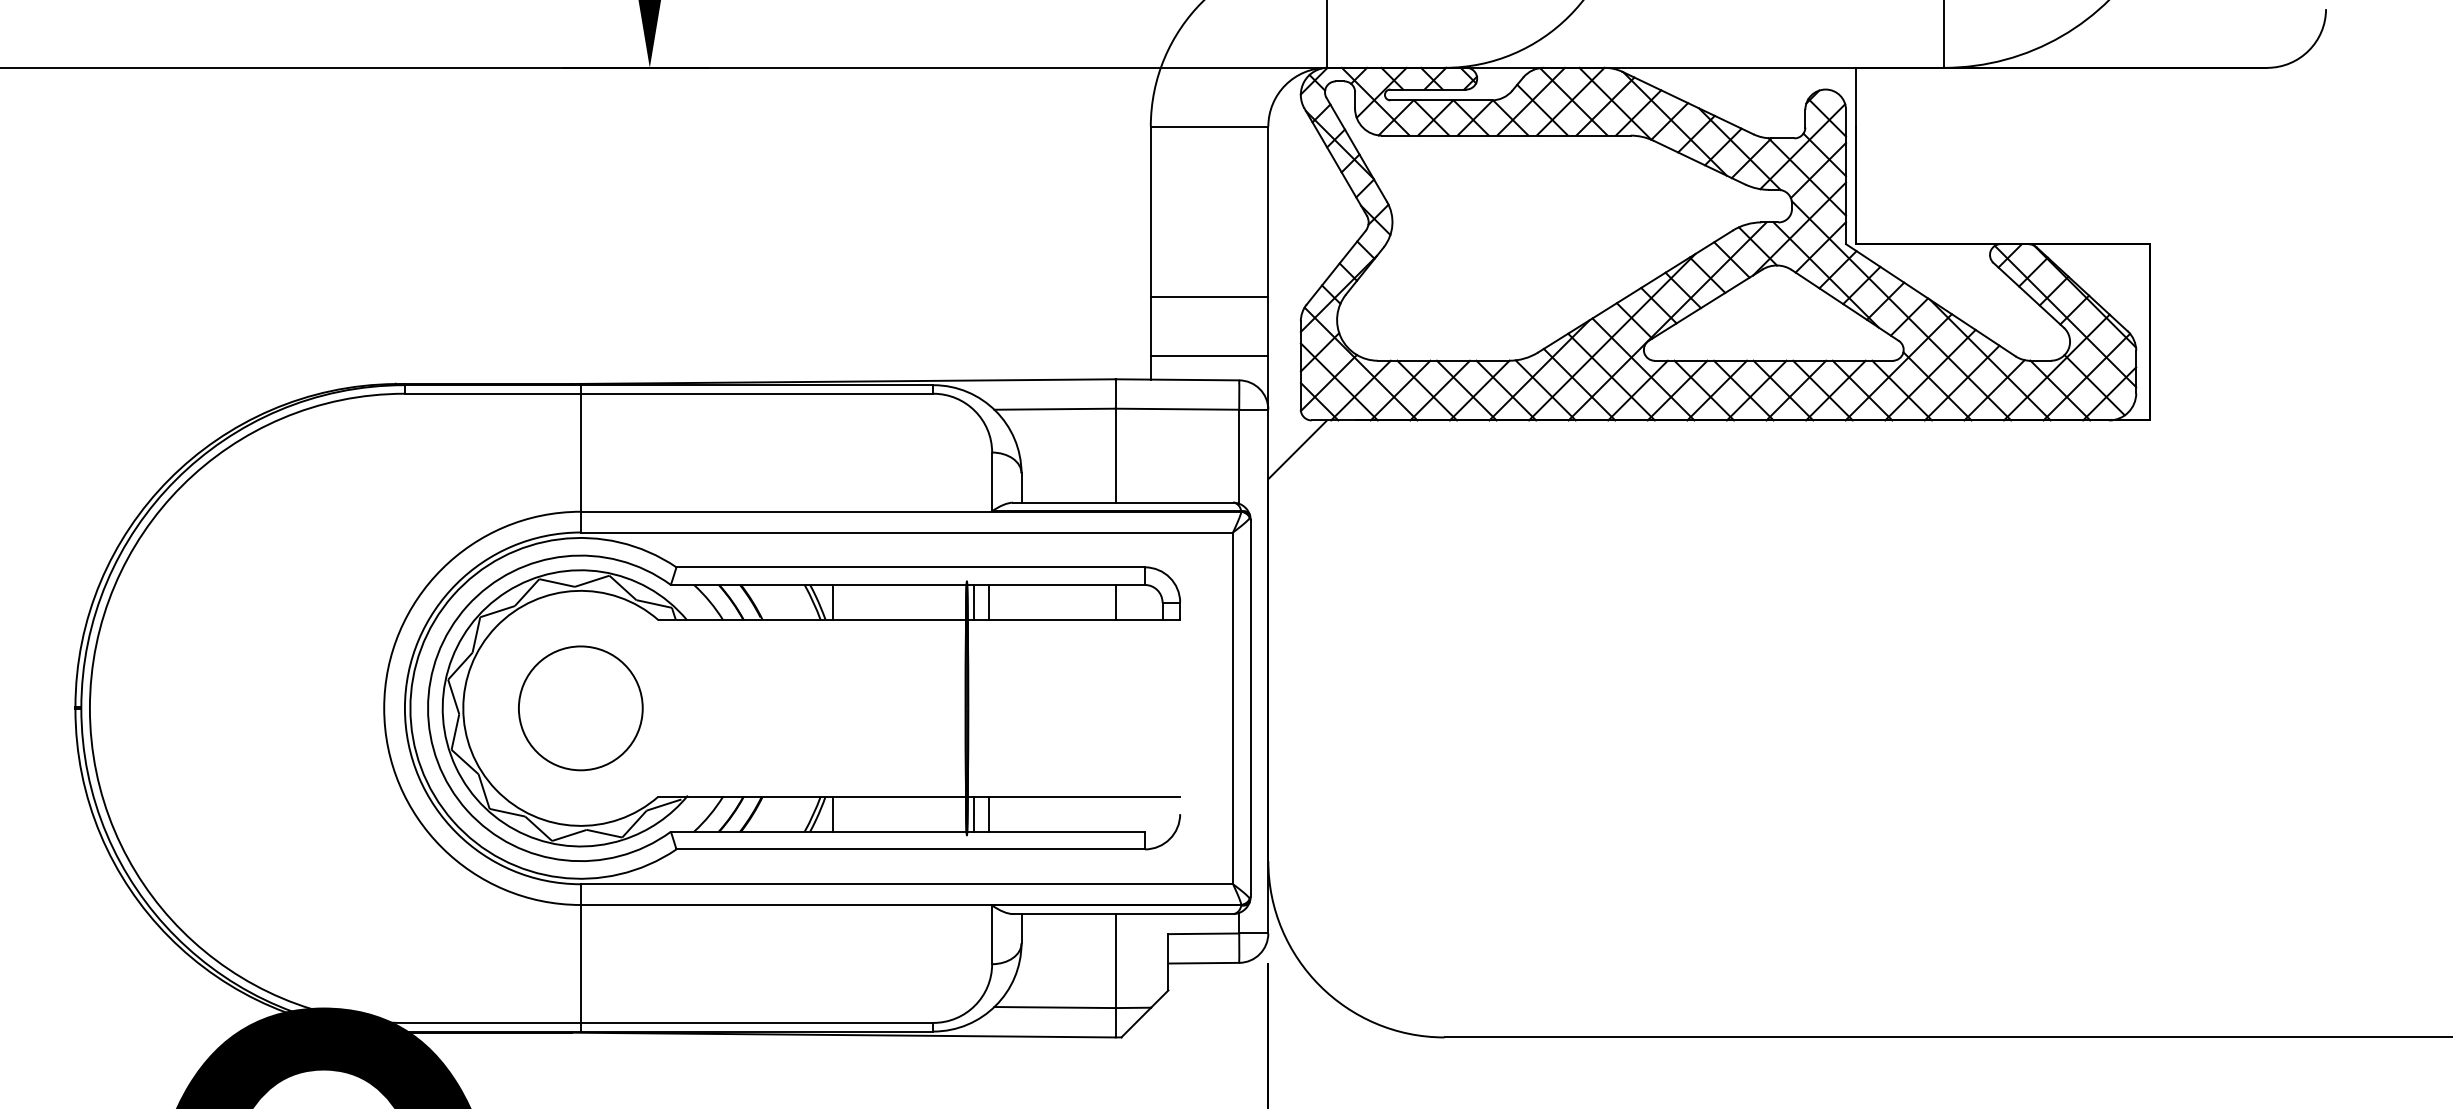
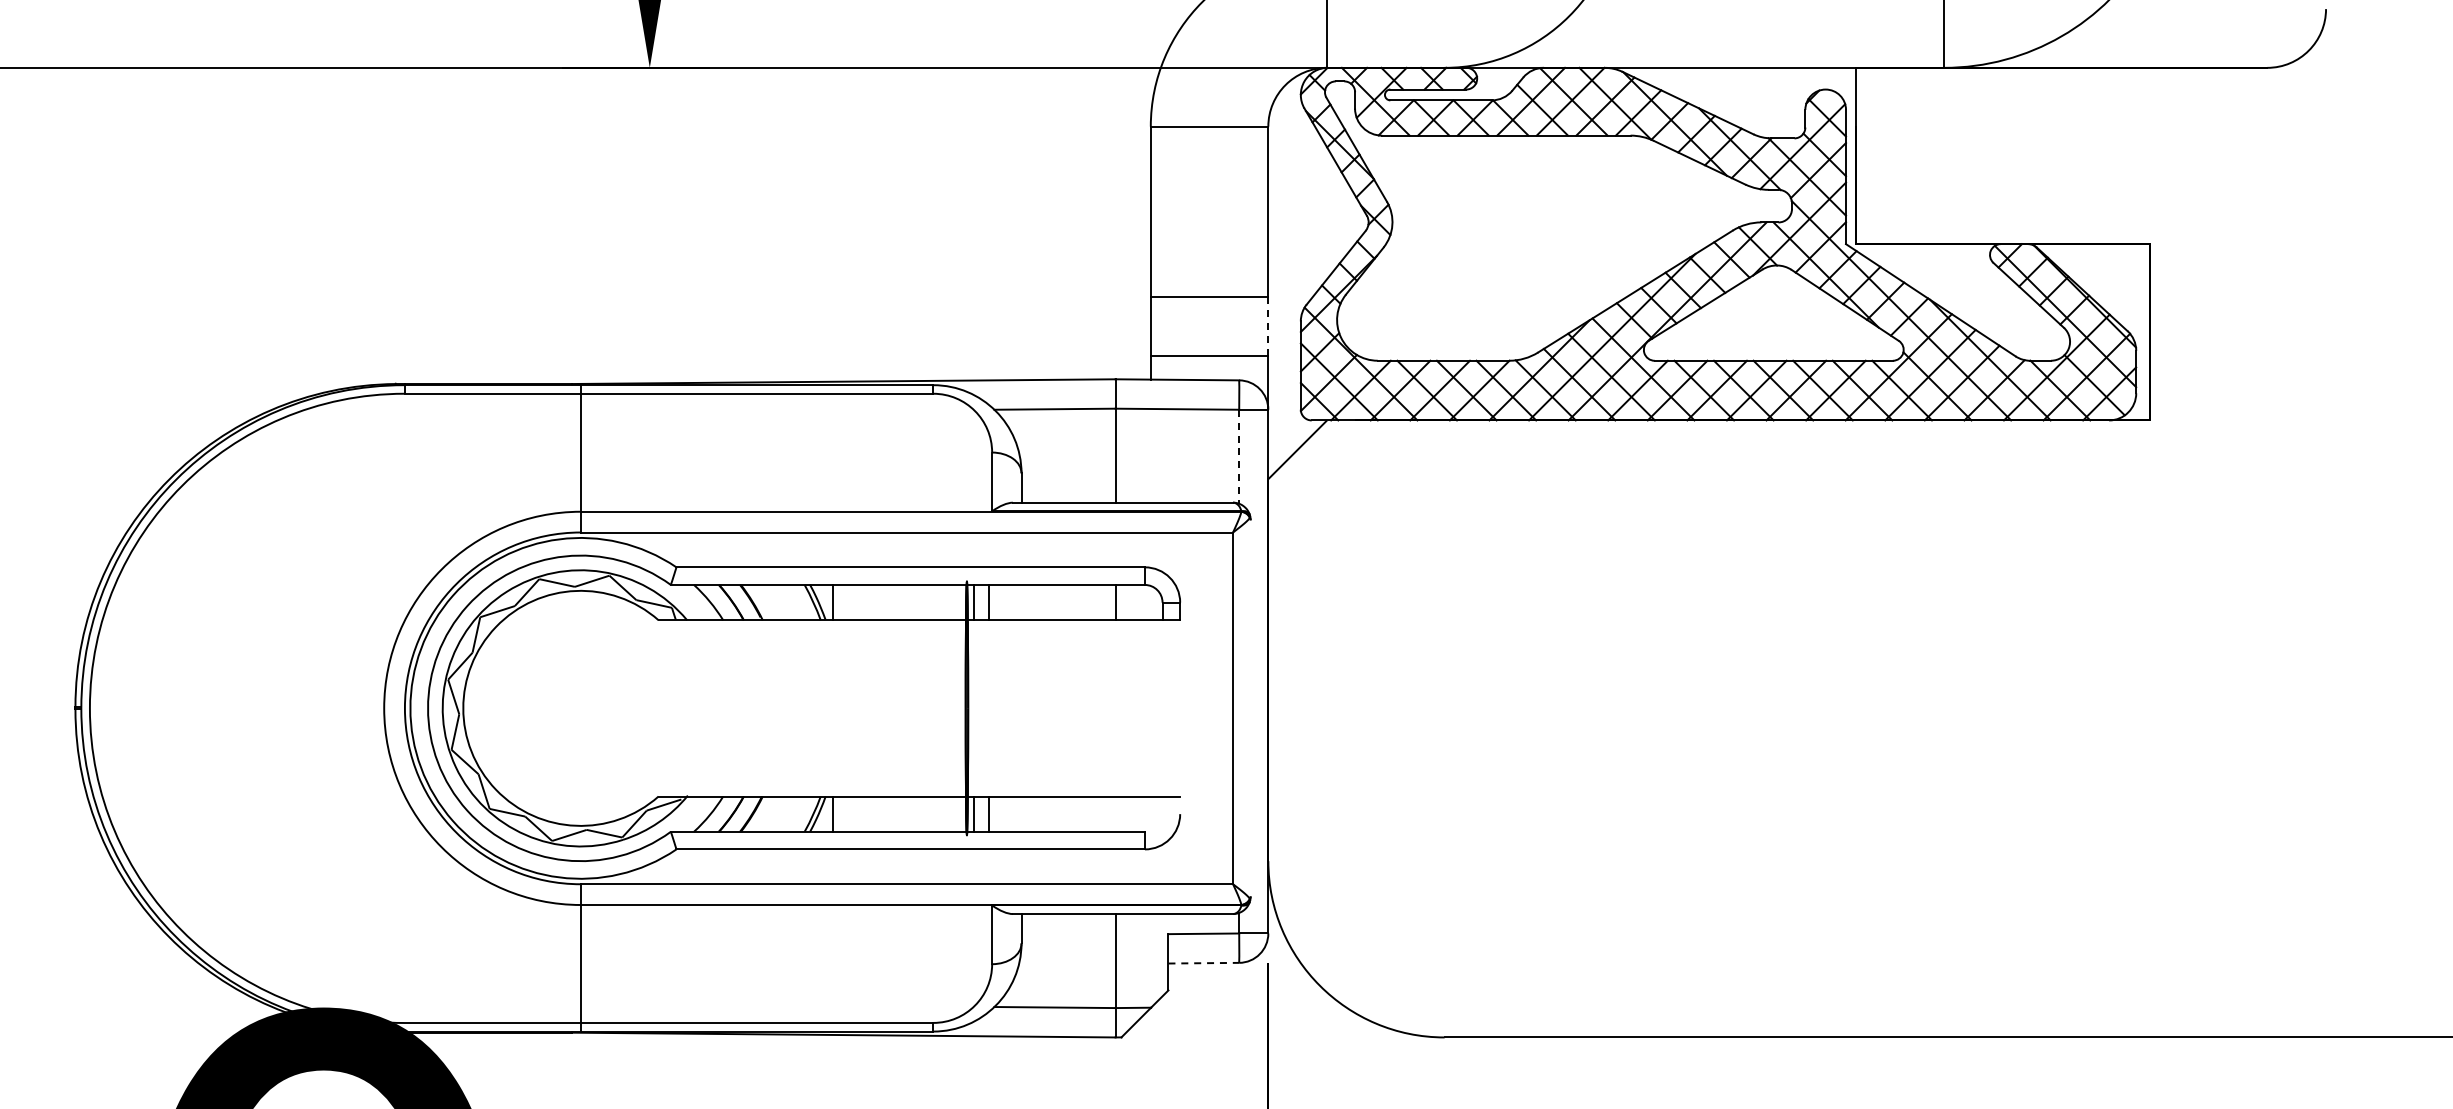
line at (1268, 325): solid -> dashed
line at (1239, 457): solid -> dashed
circle at (580, 708): present -> none
line at (1250, 708): present -> none
line at (1204, 963): solid -> dashed
